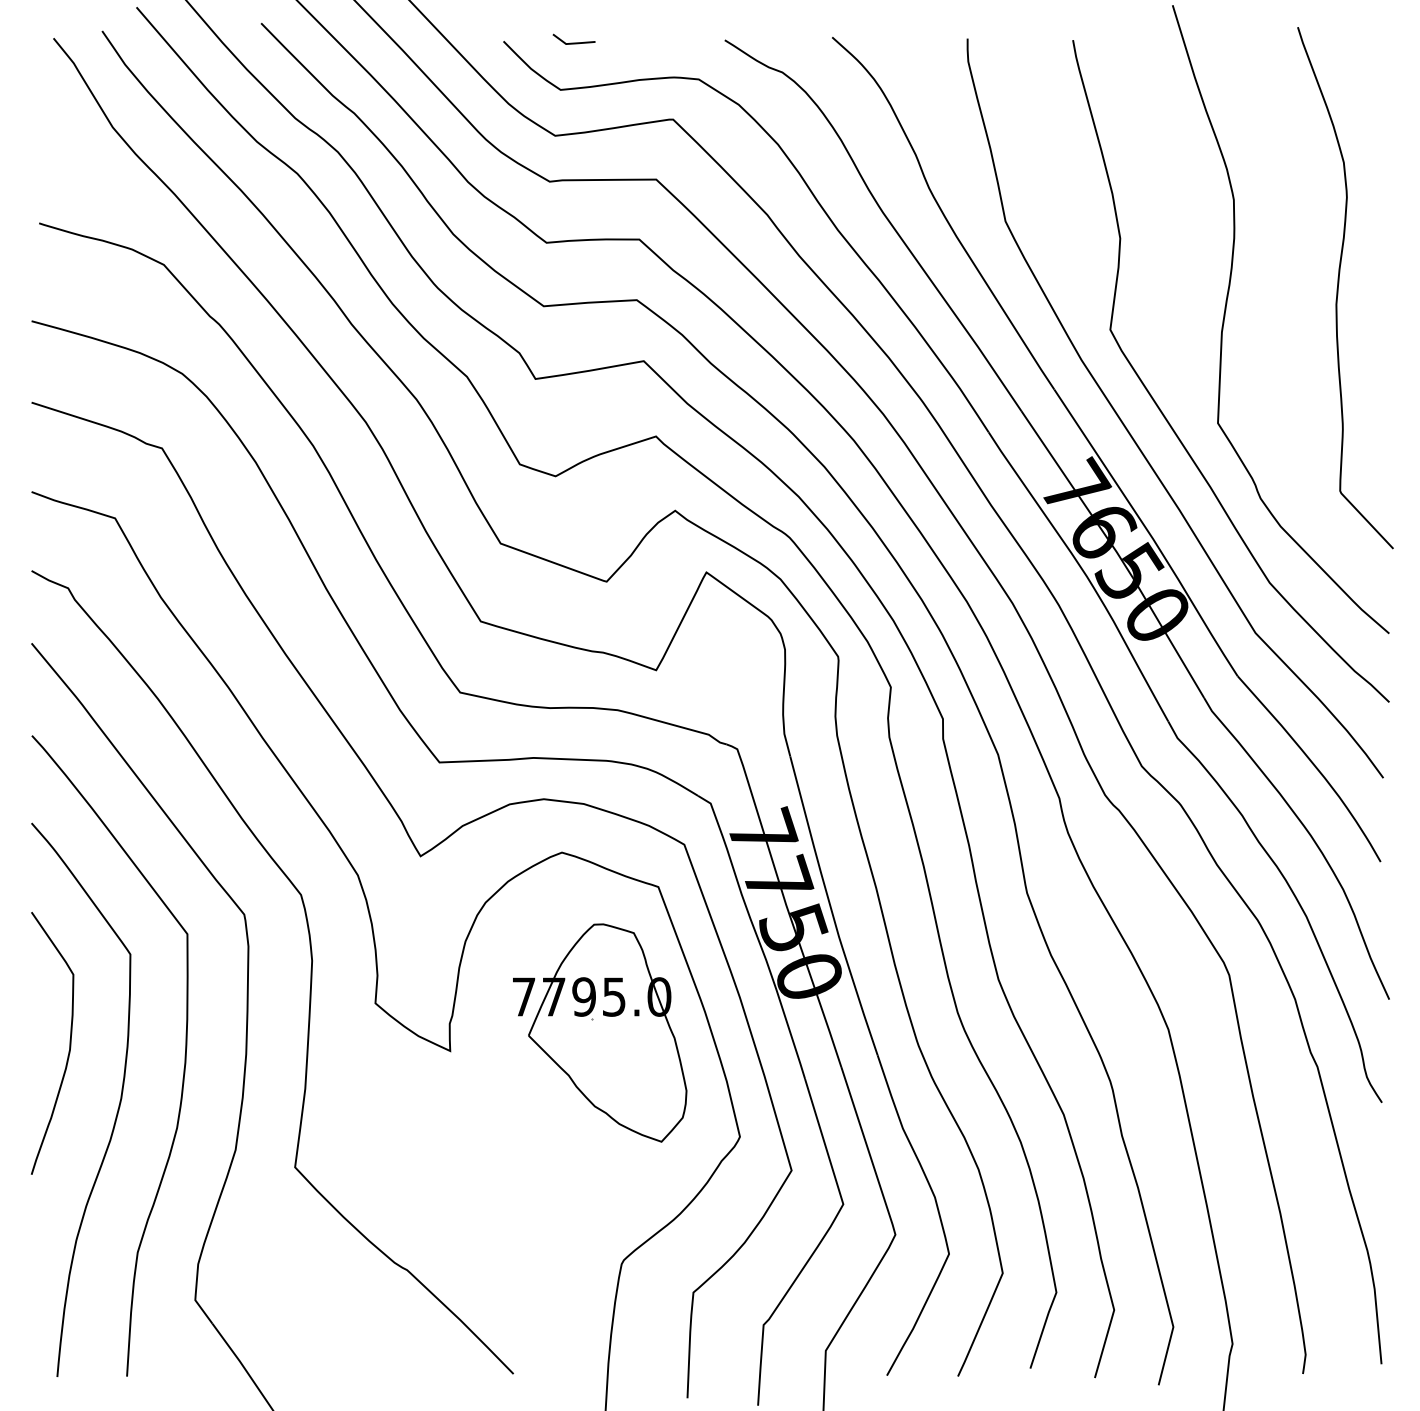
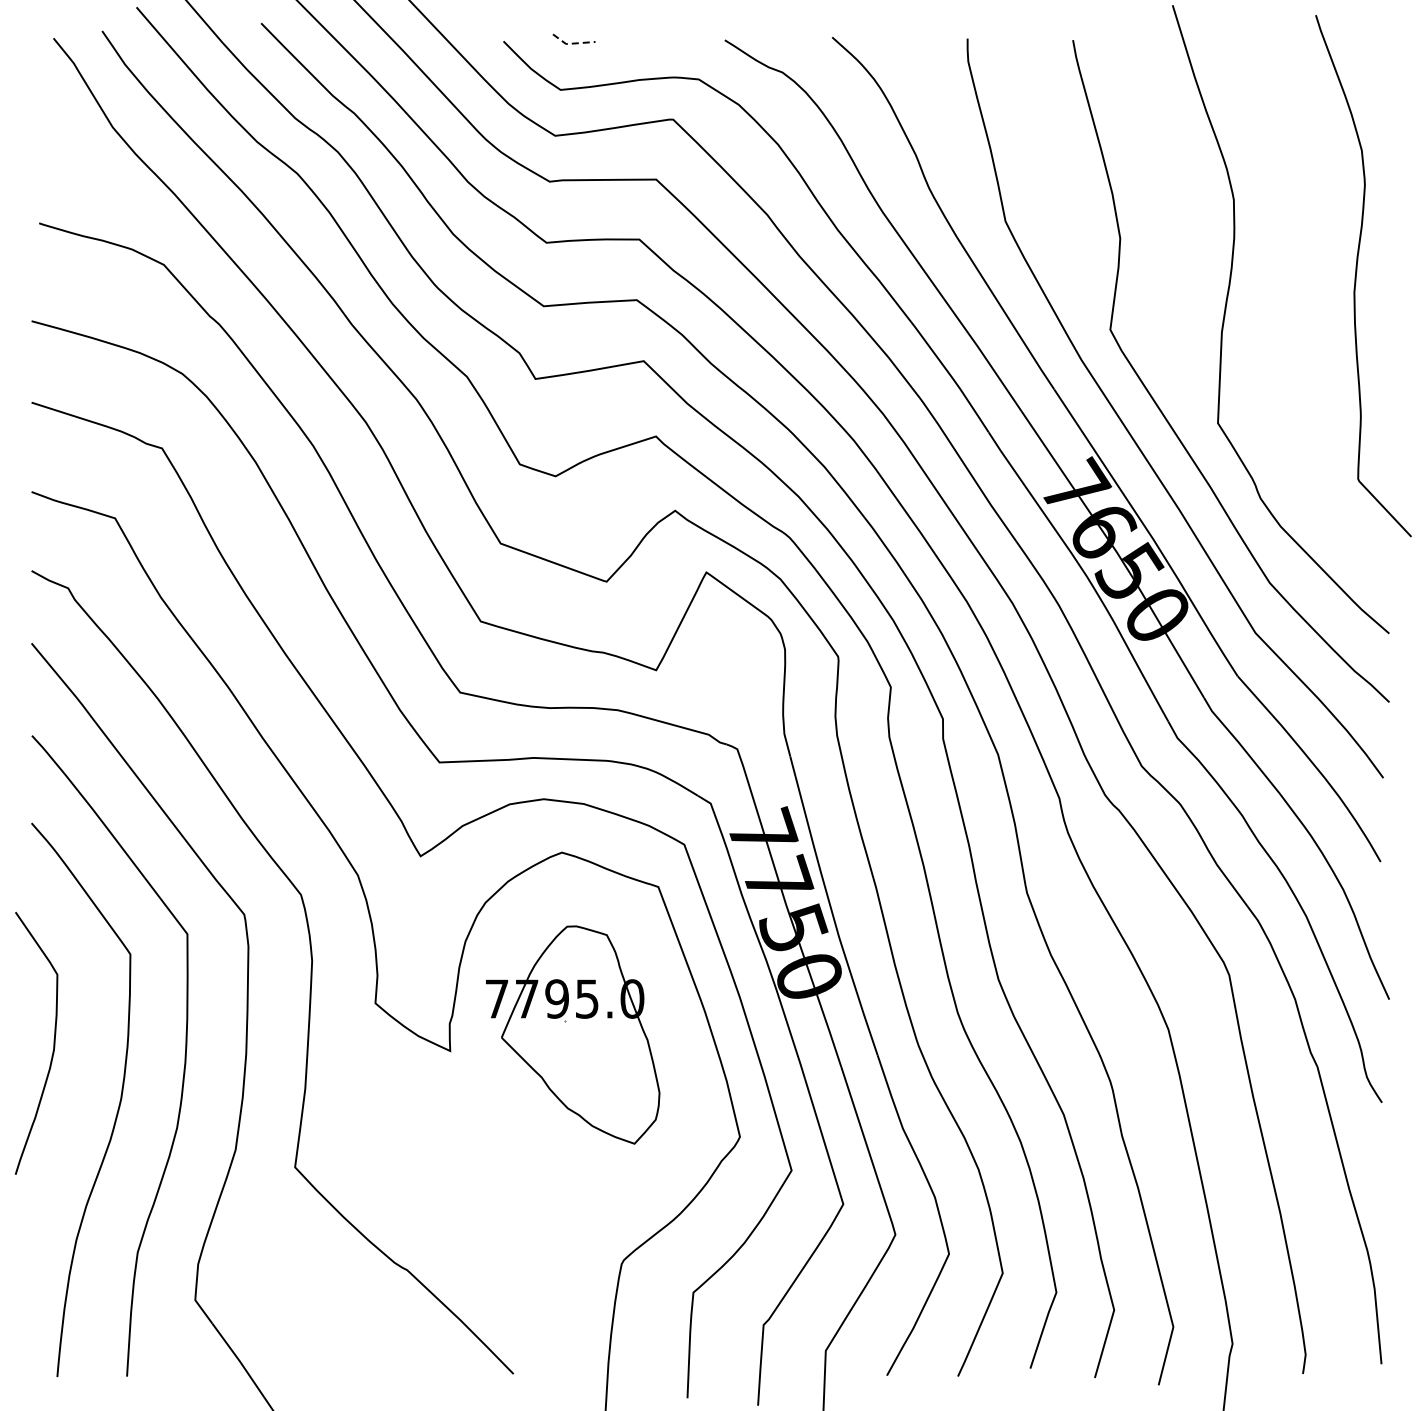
line at (572, 43): solid -> dashed
curve at (1338, 288) position: (1338, 288) -> (1356, 276)
part at (600, 1032) position: (600, 1032) -> (573, 1034)
curve at (69, 1043) position: (69, 1043) -> (53, 1043)
